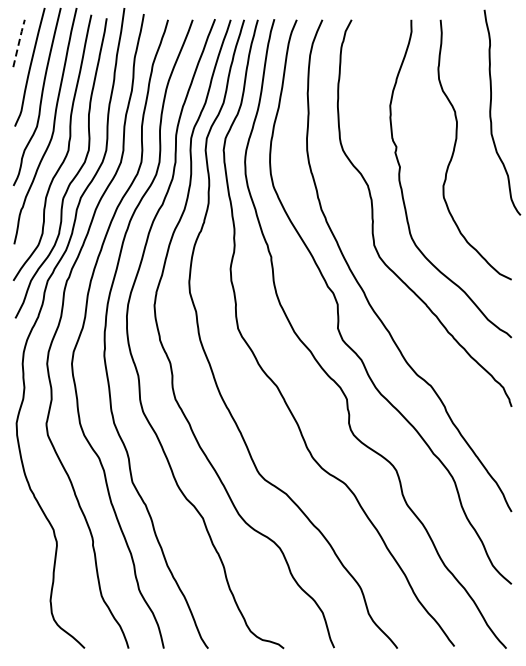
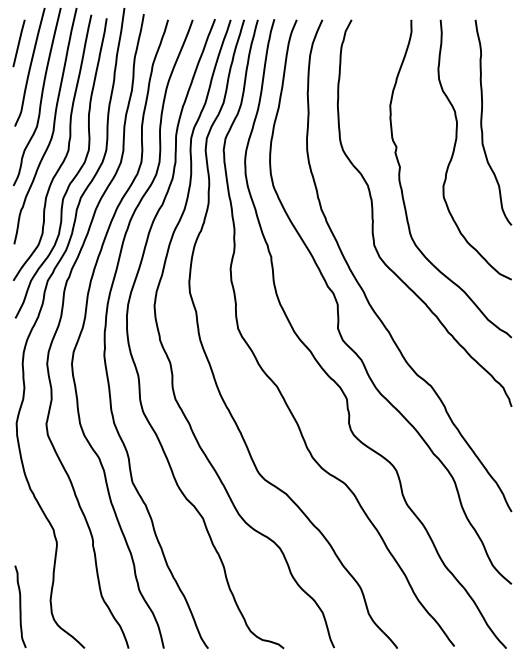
line at (19, 42): dashed -> solid
curve at (491, 112) position: (491, 112) -> (482, 122)
curve at (20, 606): none -> present
